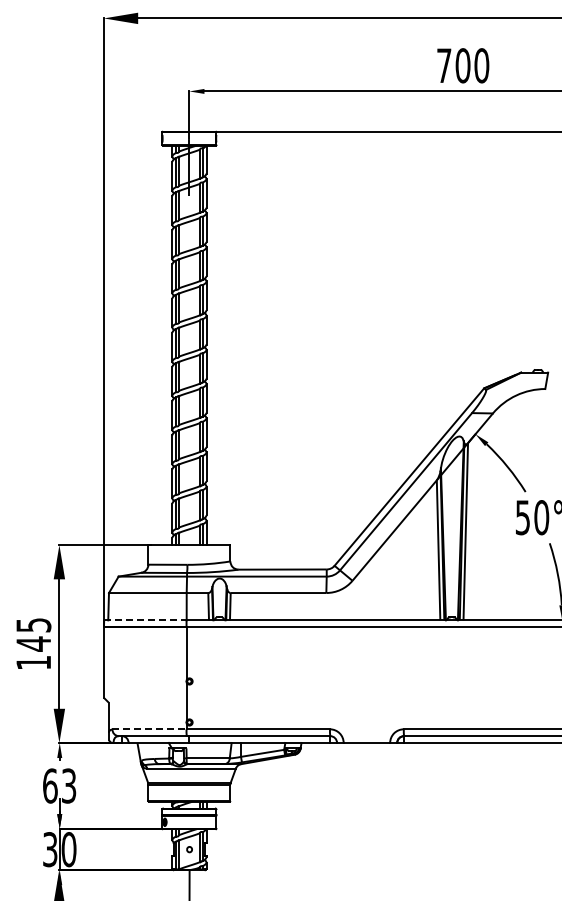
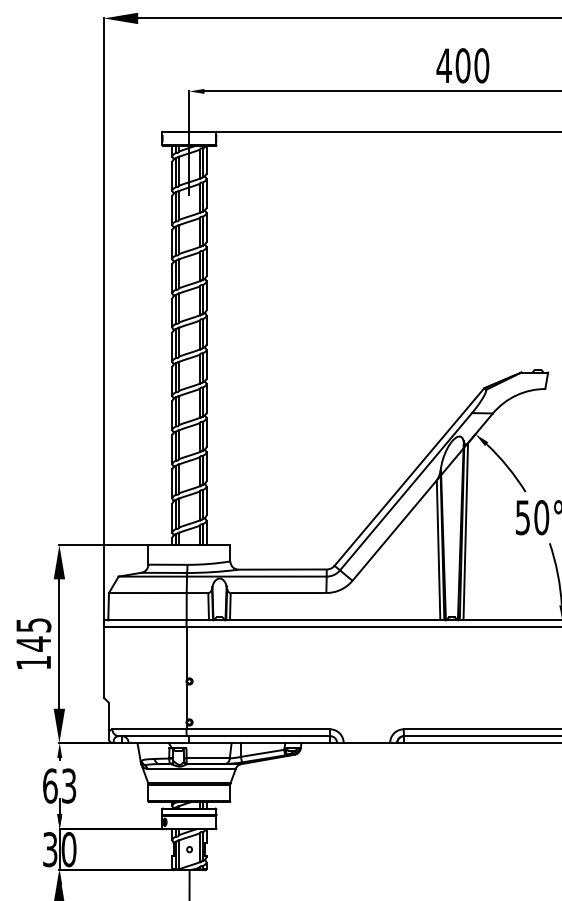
text at (443, 65): 700 -> 400
line at (145, 620): dashed -> solid
line at (150, 729): dashed -> solid
